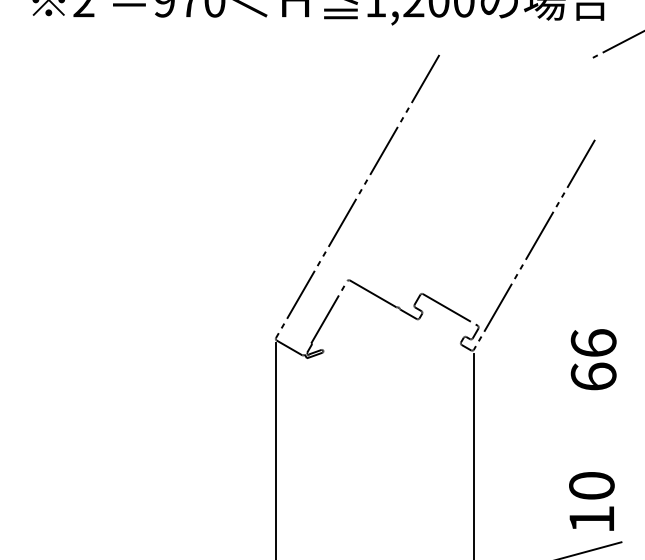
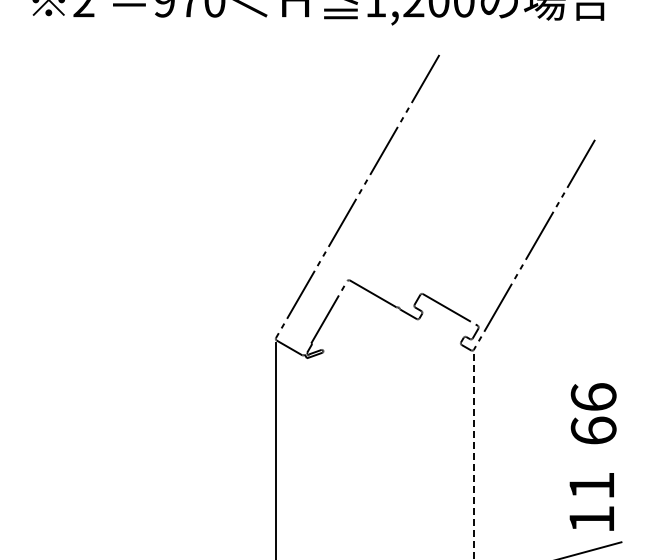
line at (615, 45): present -> none
text at (593, 359) position: (593, 359) -> (593, 413)
line at (473, 456): solid -> dashed
text at (591, 485): 10 -> 11
